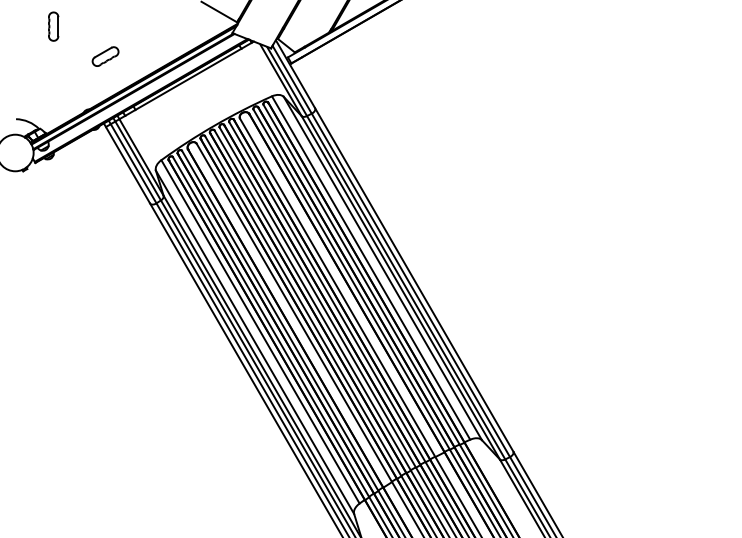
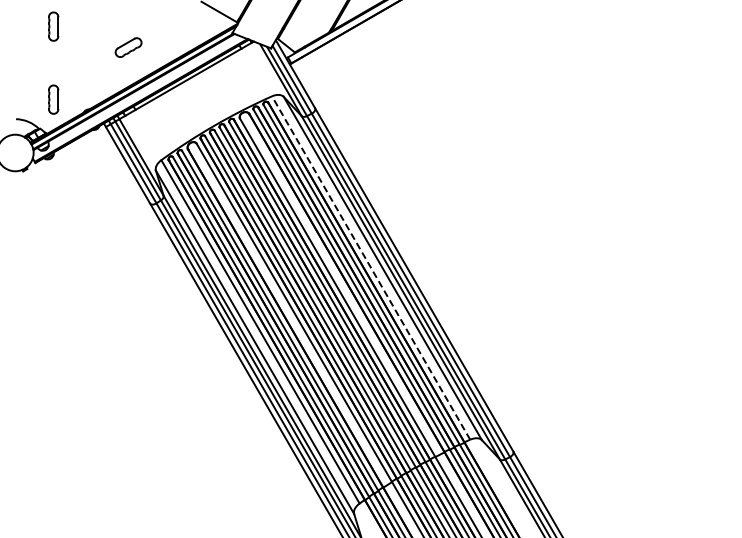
part at (105, 56) position: (105, 56) -> (128, 47)
part at (53, 99): none -> present
line at (370, 267): solid -> dashed
